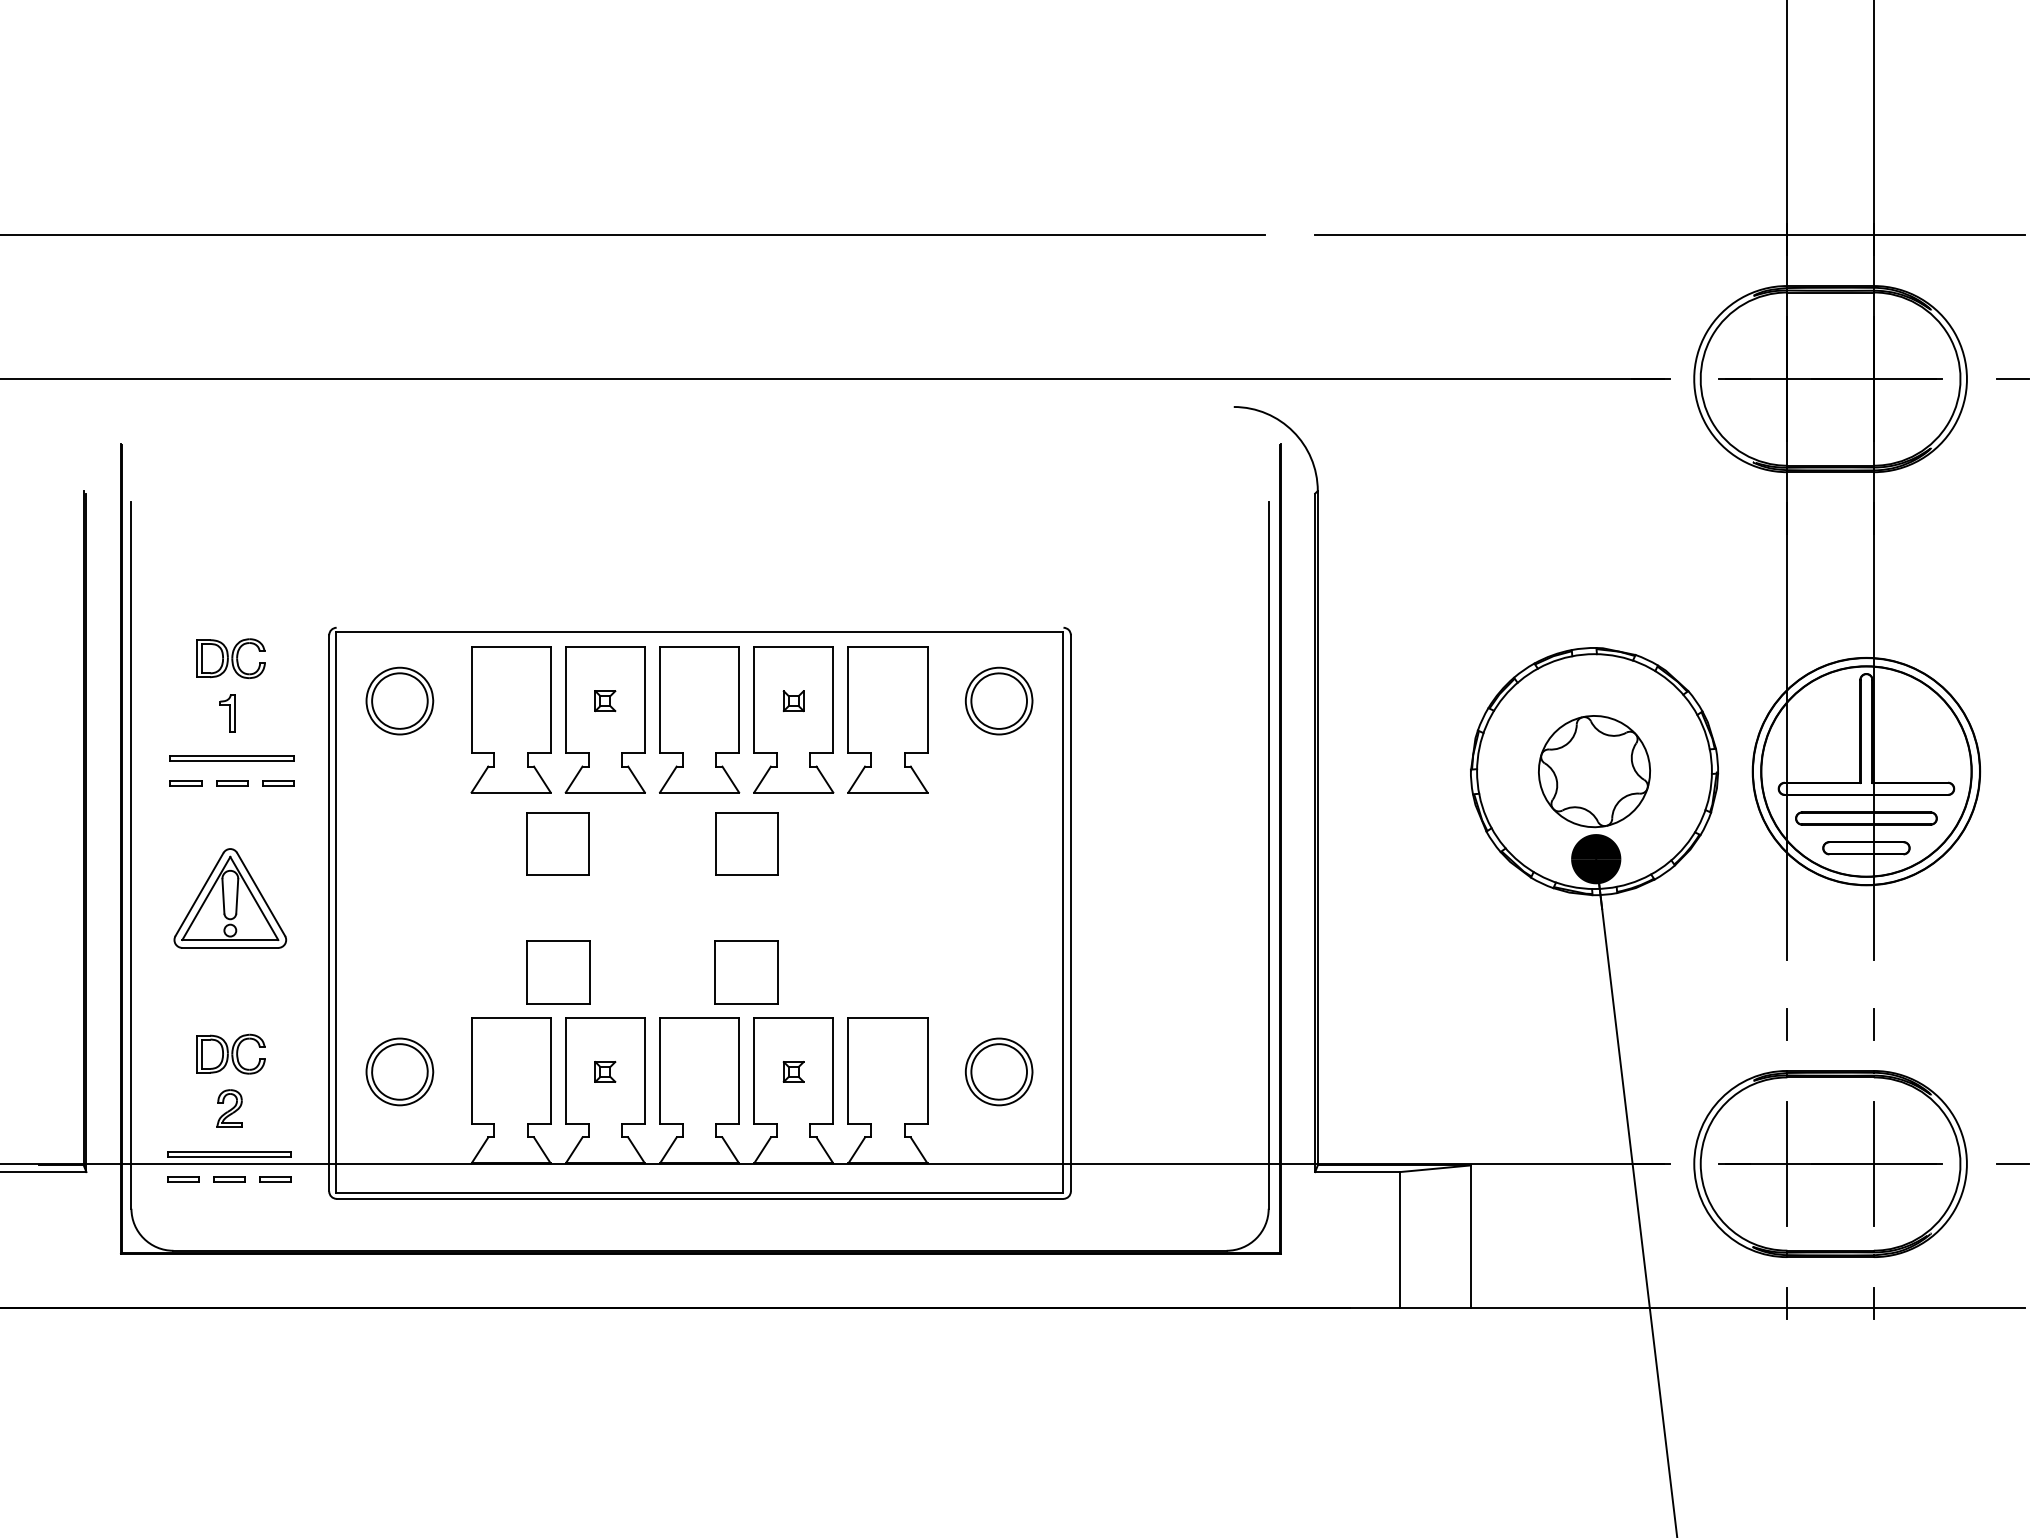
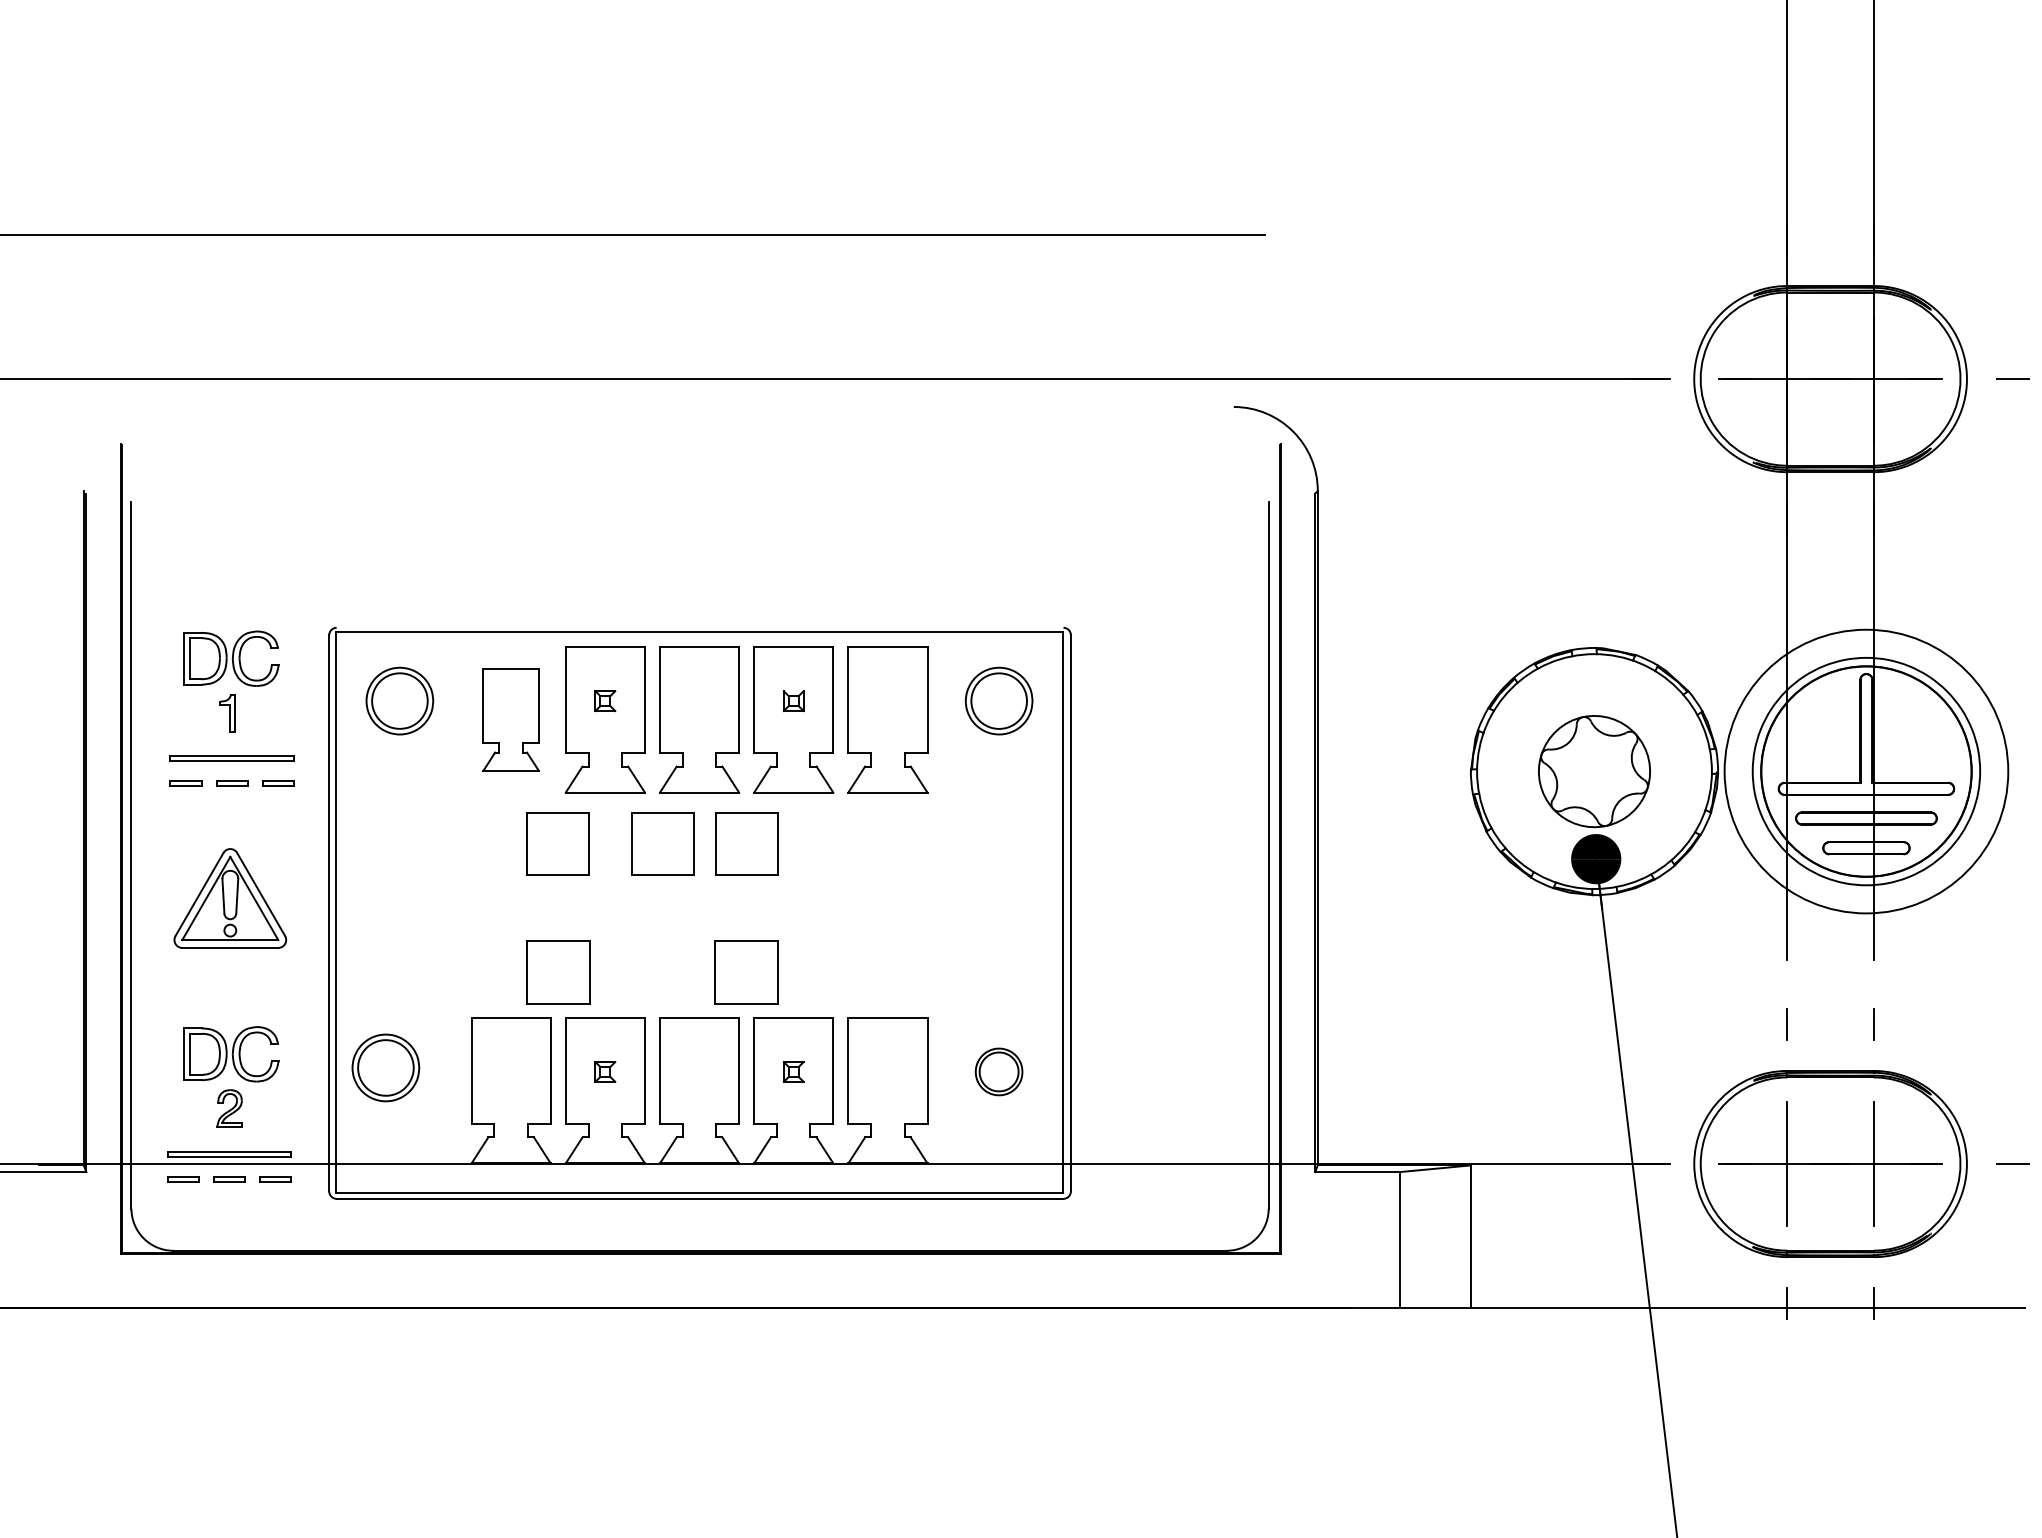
line at (1669, 235): present -> none
part at (230, 658) size: 70x41 px -> 97x57 px
part at (510, 719) size: 82x148 px -> 58x104 px
circle at (1865, 771) diameter: 227 px -> 284 px
part at (662, 843): none -> present
part at (230, 1053) size: 70x42 px -> 97x57 px
part at (399, 1071) position: (399, 1071) -> (385, 1067)
part at (998, 1071) size: 70x70 px -> 50x50 px
